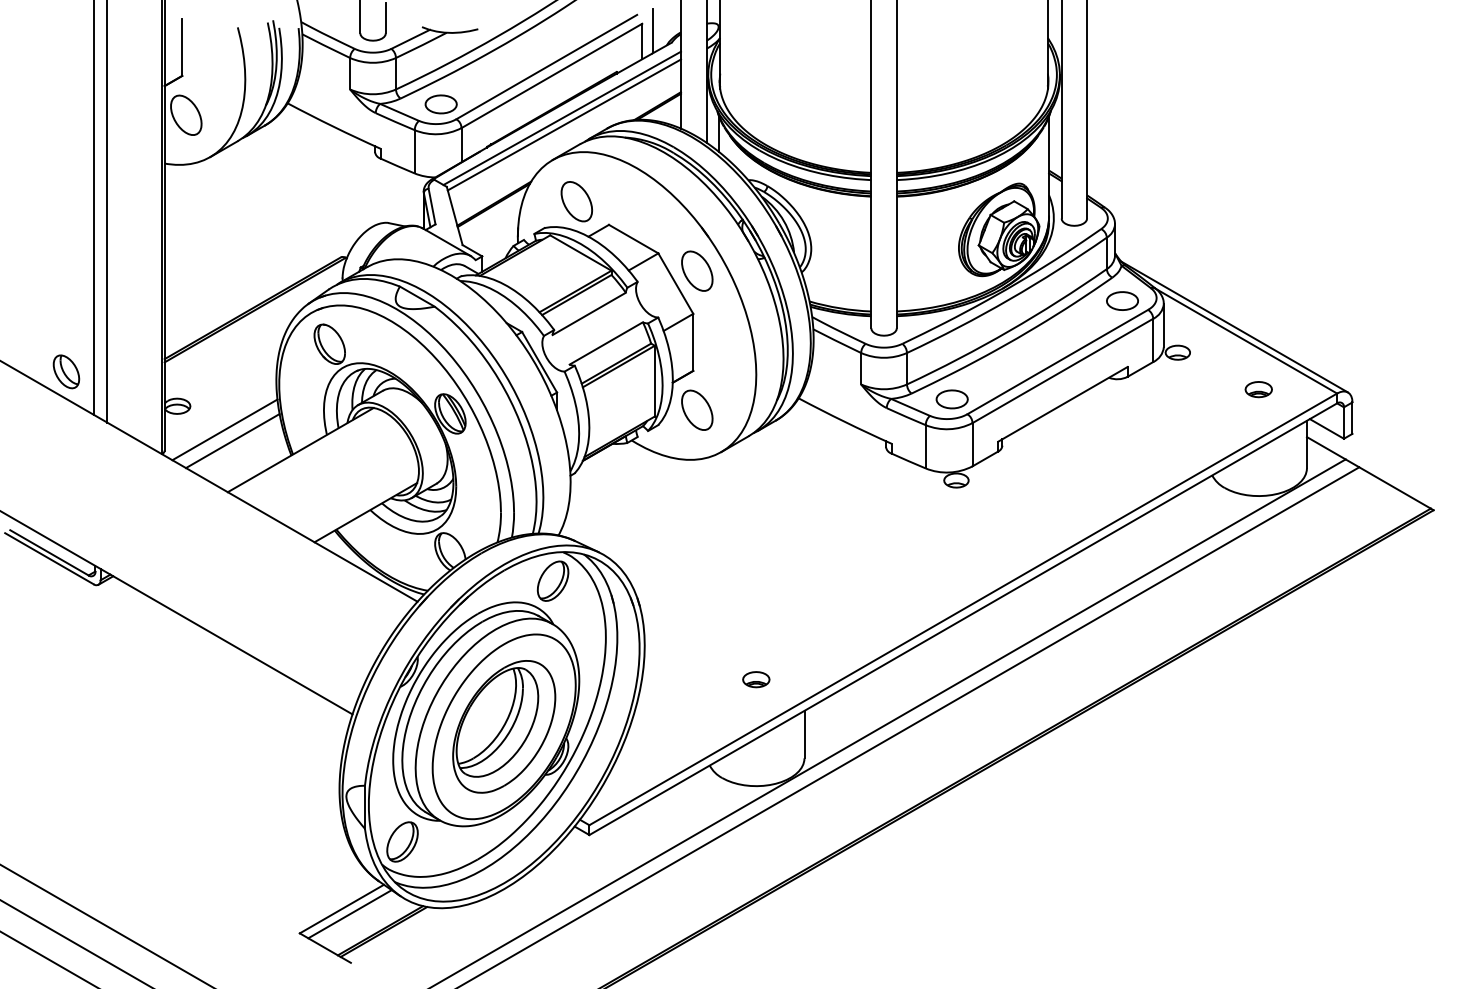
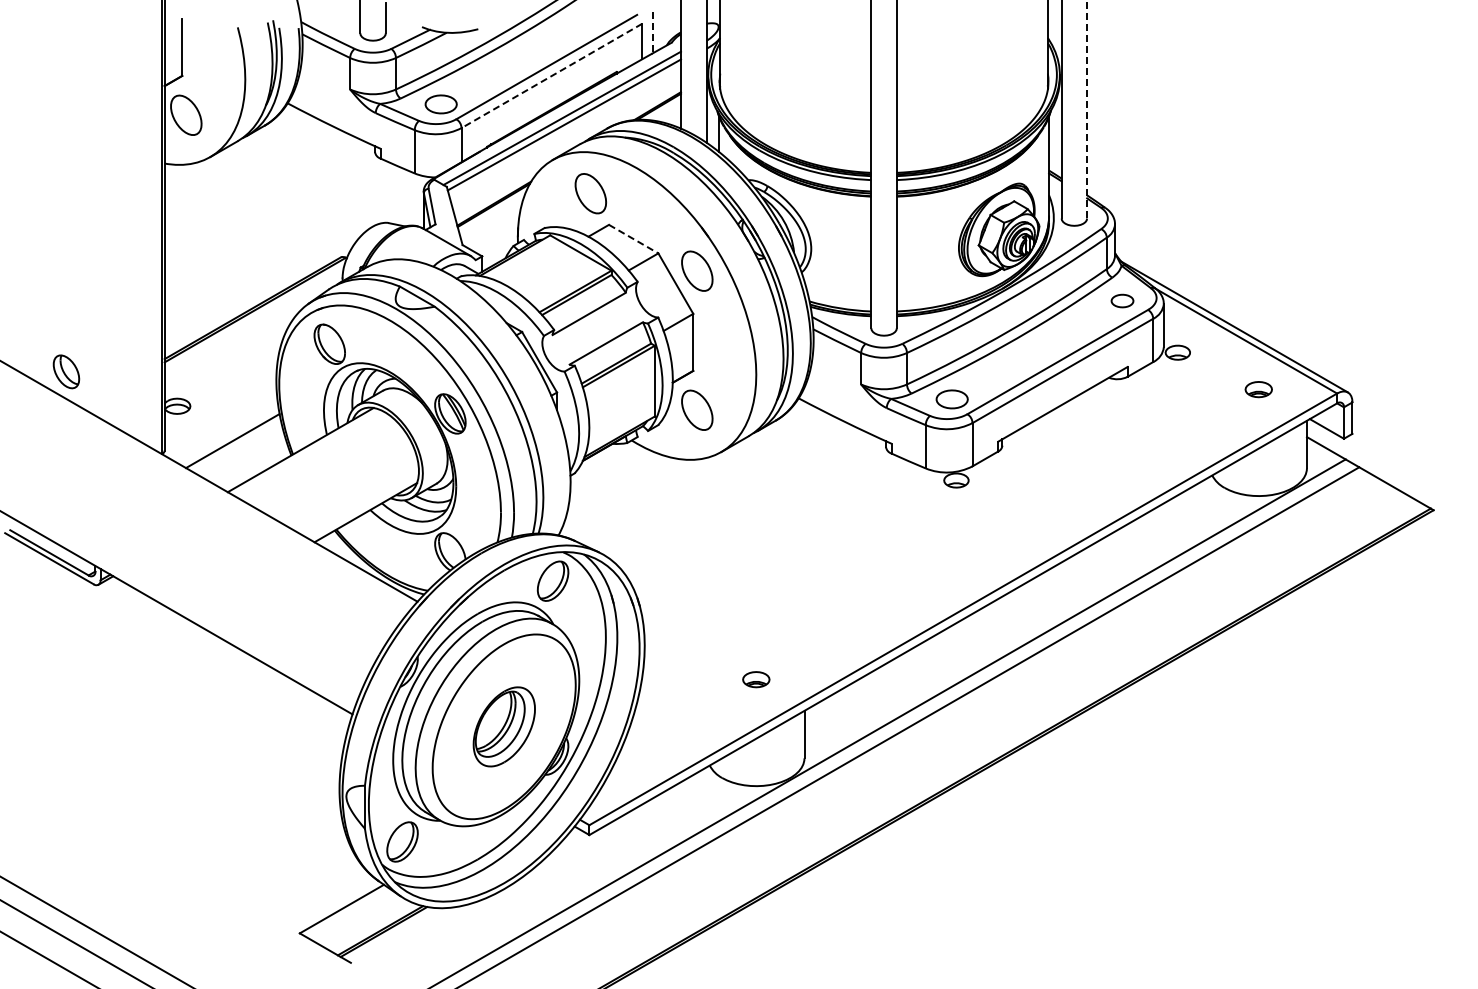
line at (652, 30): solid -> dashed
line at (551, 76): solid -> dashed
line at (1087, 109): solid -> dashed
part at (576, 201) position: (576, 201) -> (590, 193)
line at (93, 208): present -> none
line at (107, 212): present -> none
line at (633, 239): solid -> dashed
part at (1122, 300) size: 33x20 px -> 25x16 px
line at (224, 429): present -> none
part at (504, 726) size: 105x134 px -> 64x82 px
line at (349, 914): present -> none
line at (106, 925) position: (106, 925) -> (95, 931)
